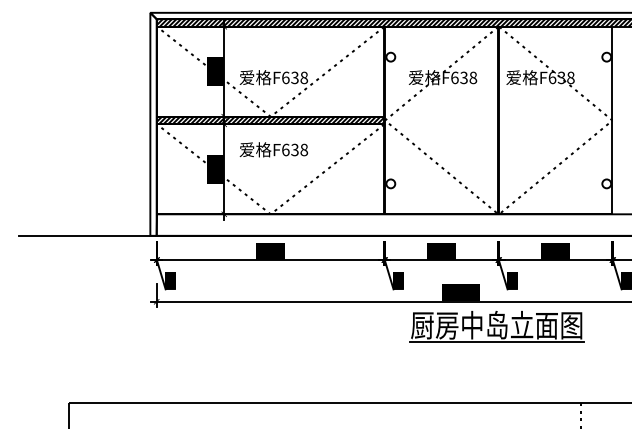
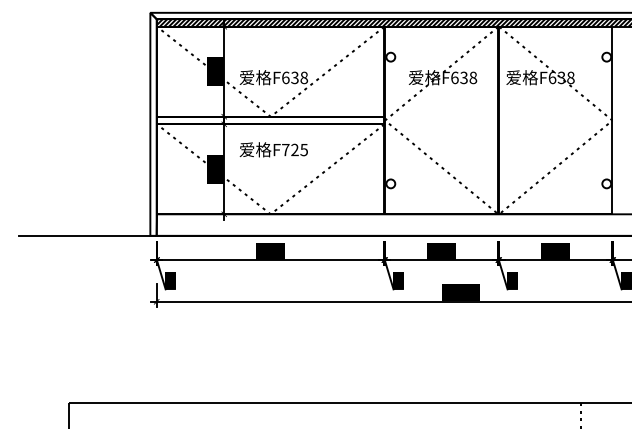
hatch at (270, 120): present -> none
text at (295, 149): F638 -> F725
part at (496, 326): present -> none
